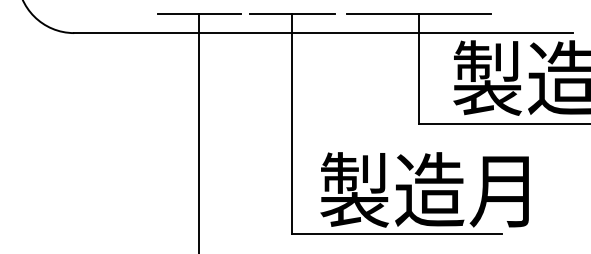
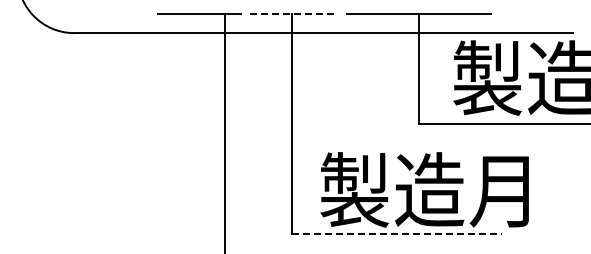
line at (292, 14): solid -> dashed
line at (199, 132) position: (199, 132) -> (225, 132)
line at (397, 234): solid -> dashed
